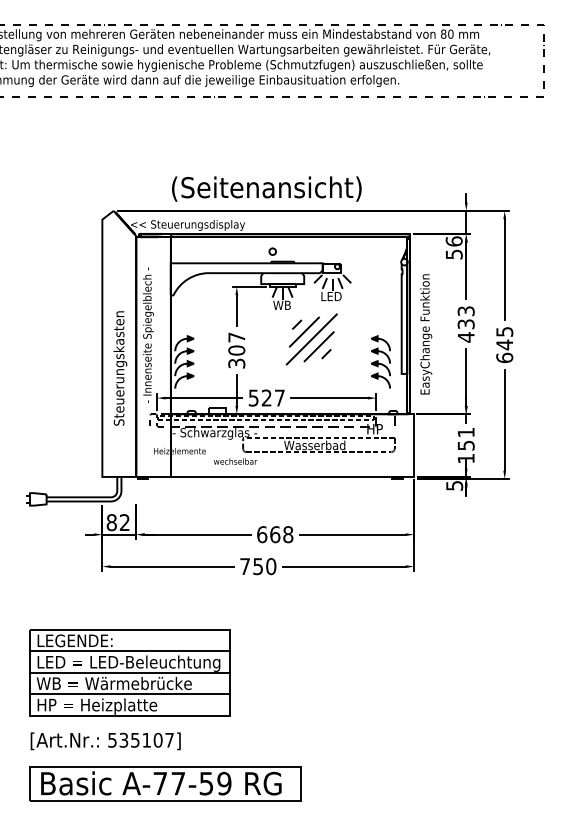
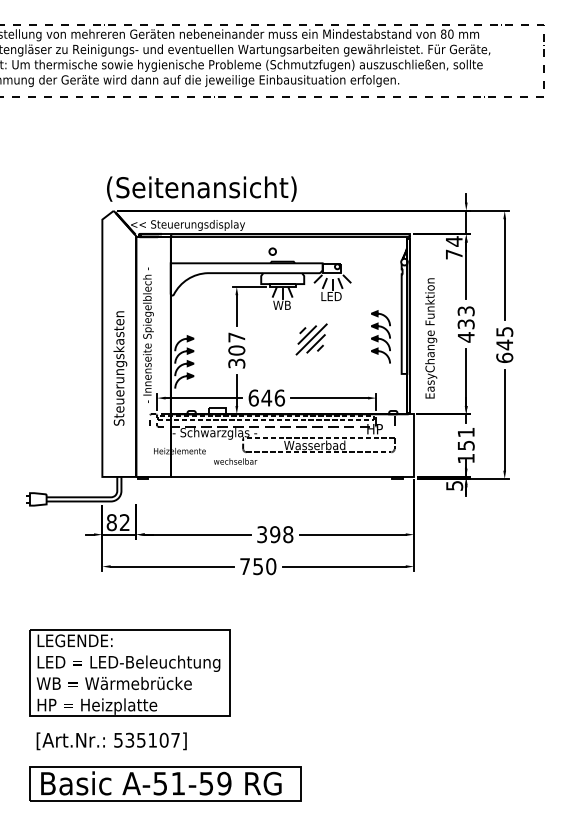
text at (266, 188) position: (266, 188) -> (201, 188)
text at (453, 247): 56 -> 74
text at (426, 334) position: (426, 334) -> (431, 338)
part at (311, 339) size: 53x53 px -> 33x33 px
part at (380, 361) position: (380, 361) -> (380, 336)
text at (266, 397): 527 -> 646
text at (268, 534): 668 -> 398
line at (129, 651): present -> none
line at (129, 672): present -> none
line at (129, 694): present -> none
text at (105, 741) position: (105, 741) -> (111, 741)
text at (168, 783): A-77-59 -> A-51-59
